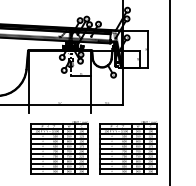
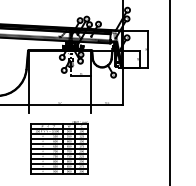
part at (128, 147): present -> none
